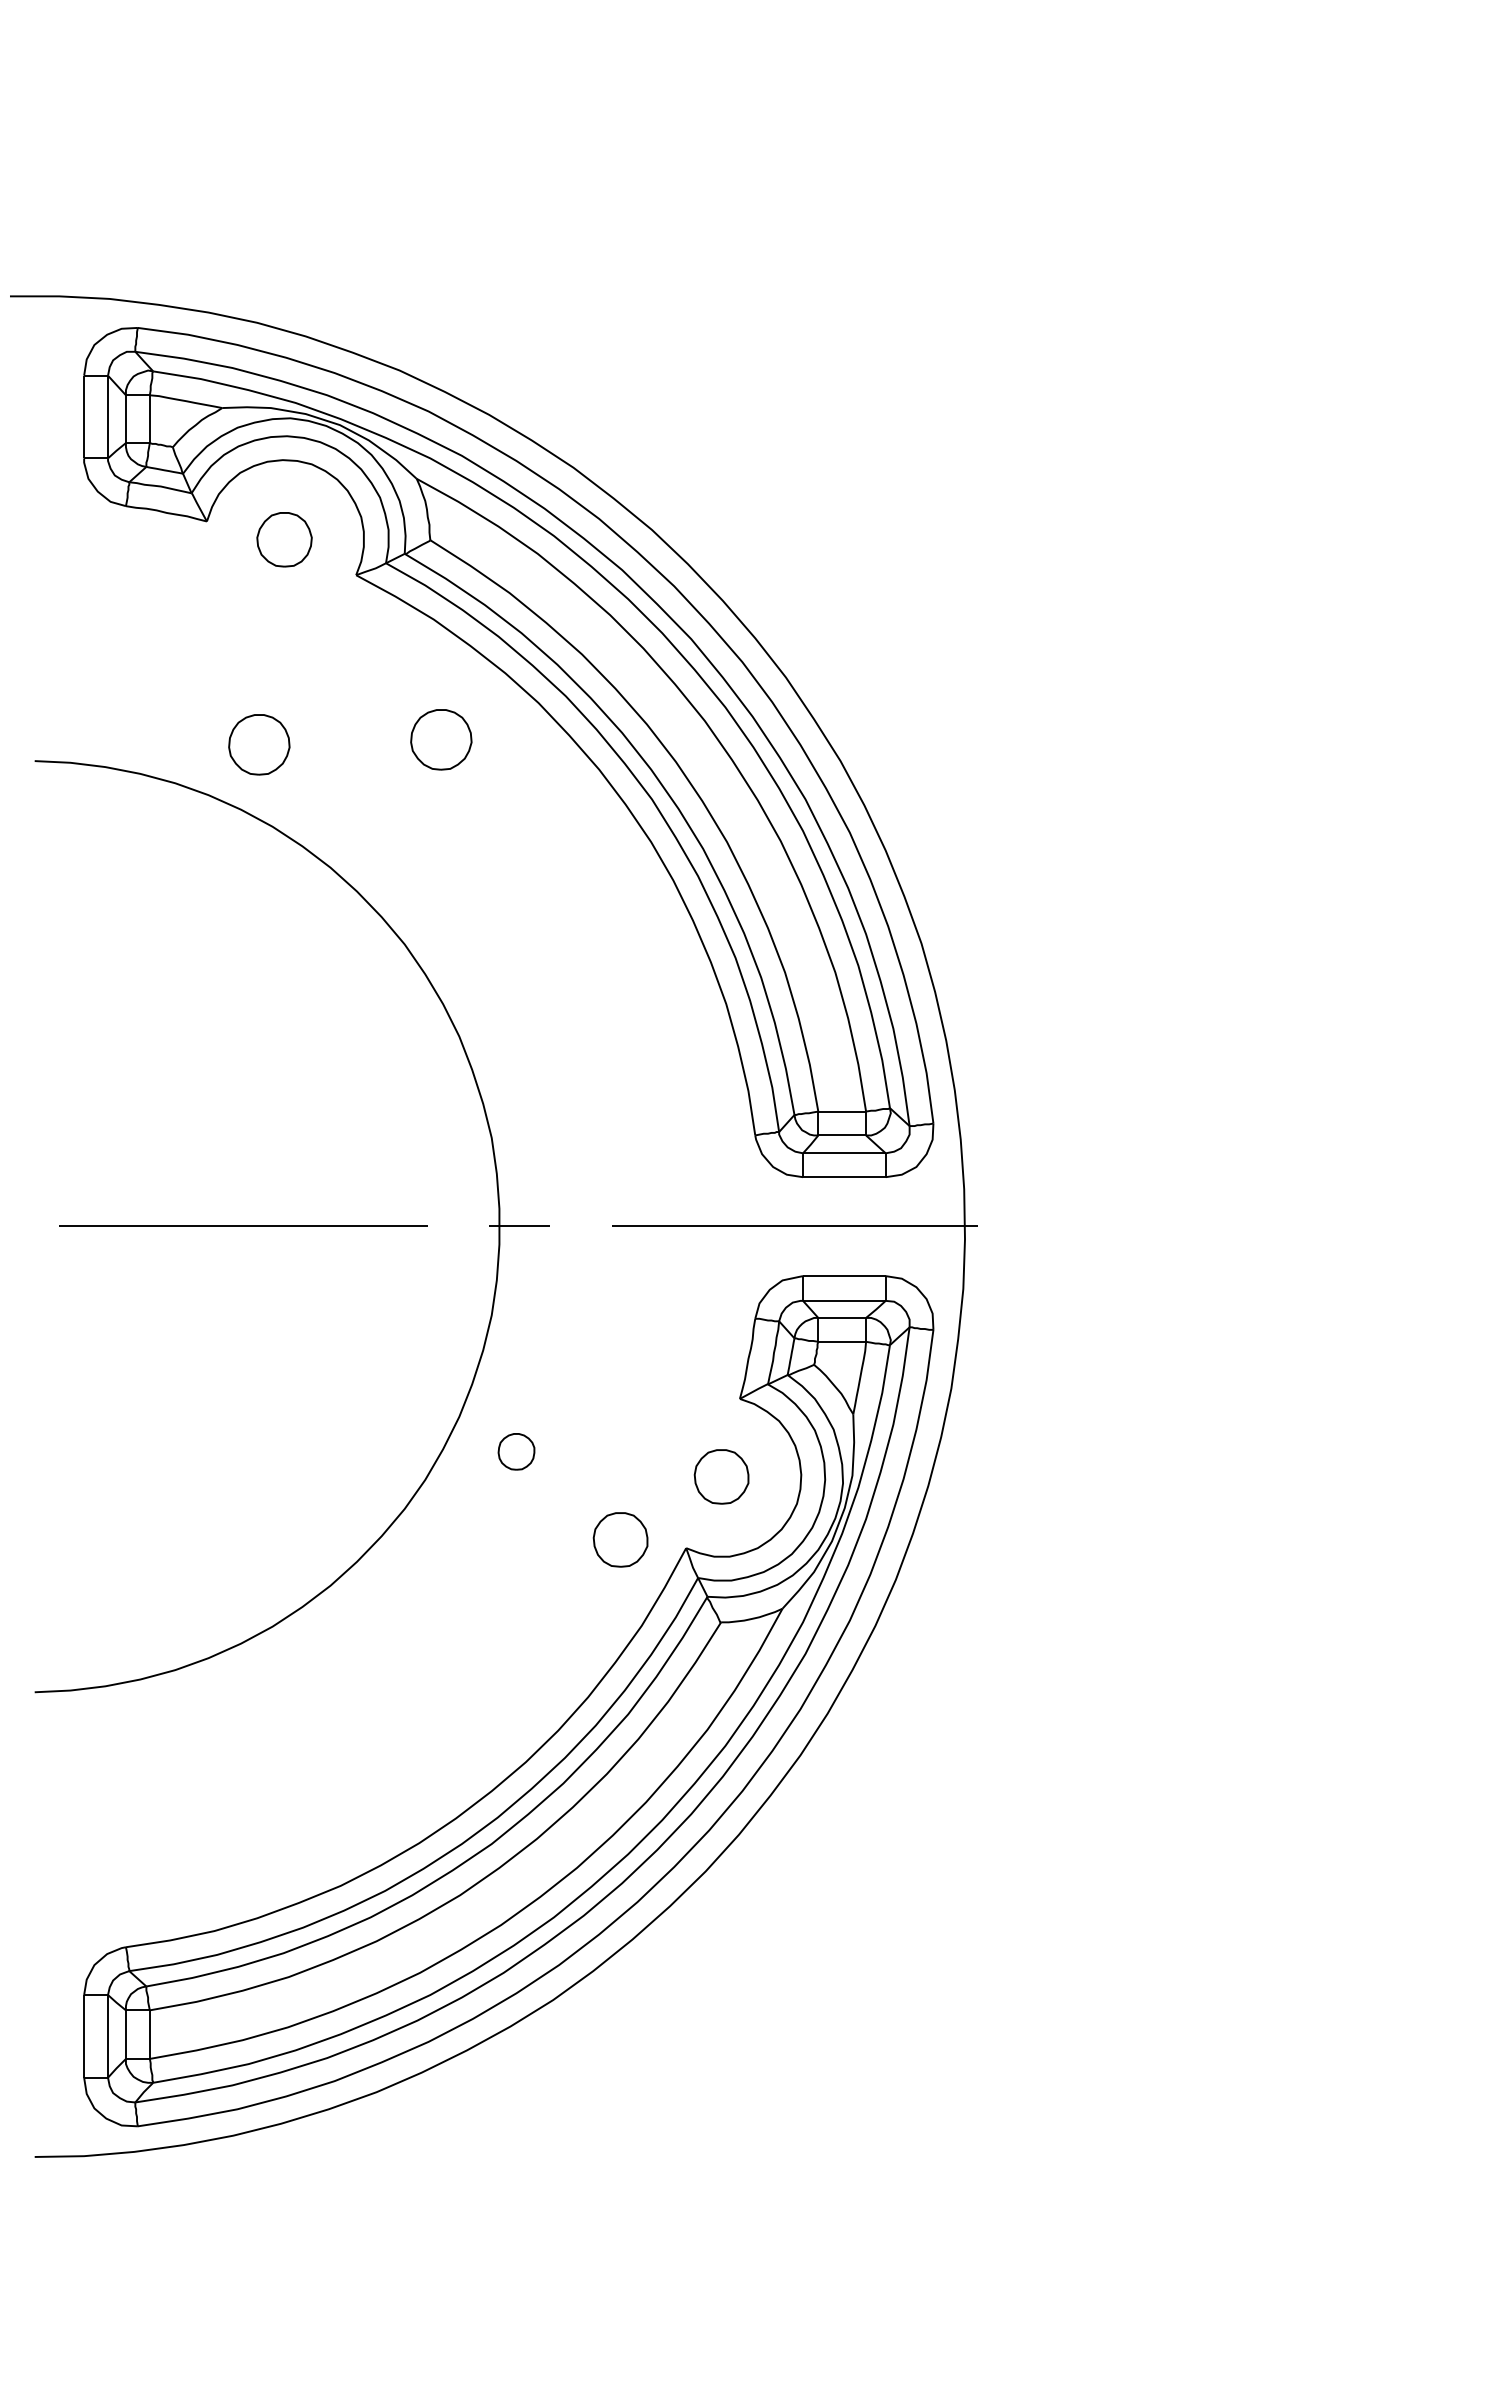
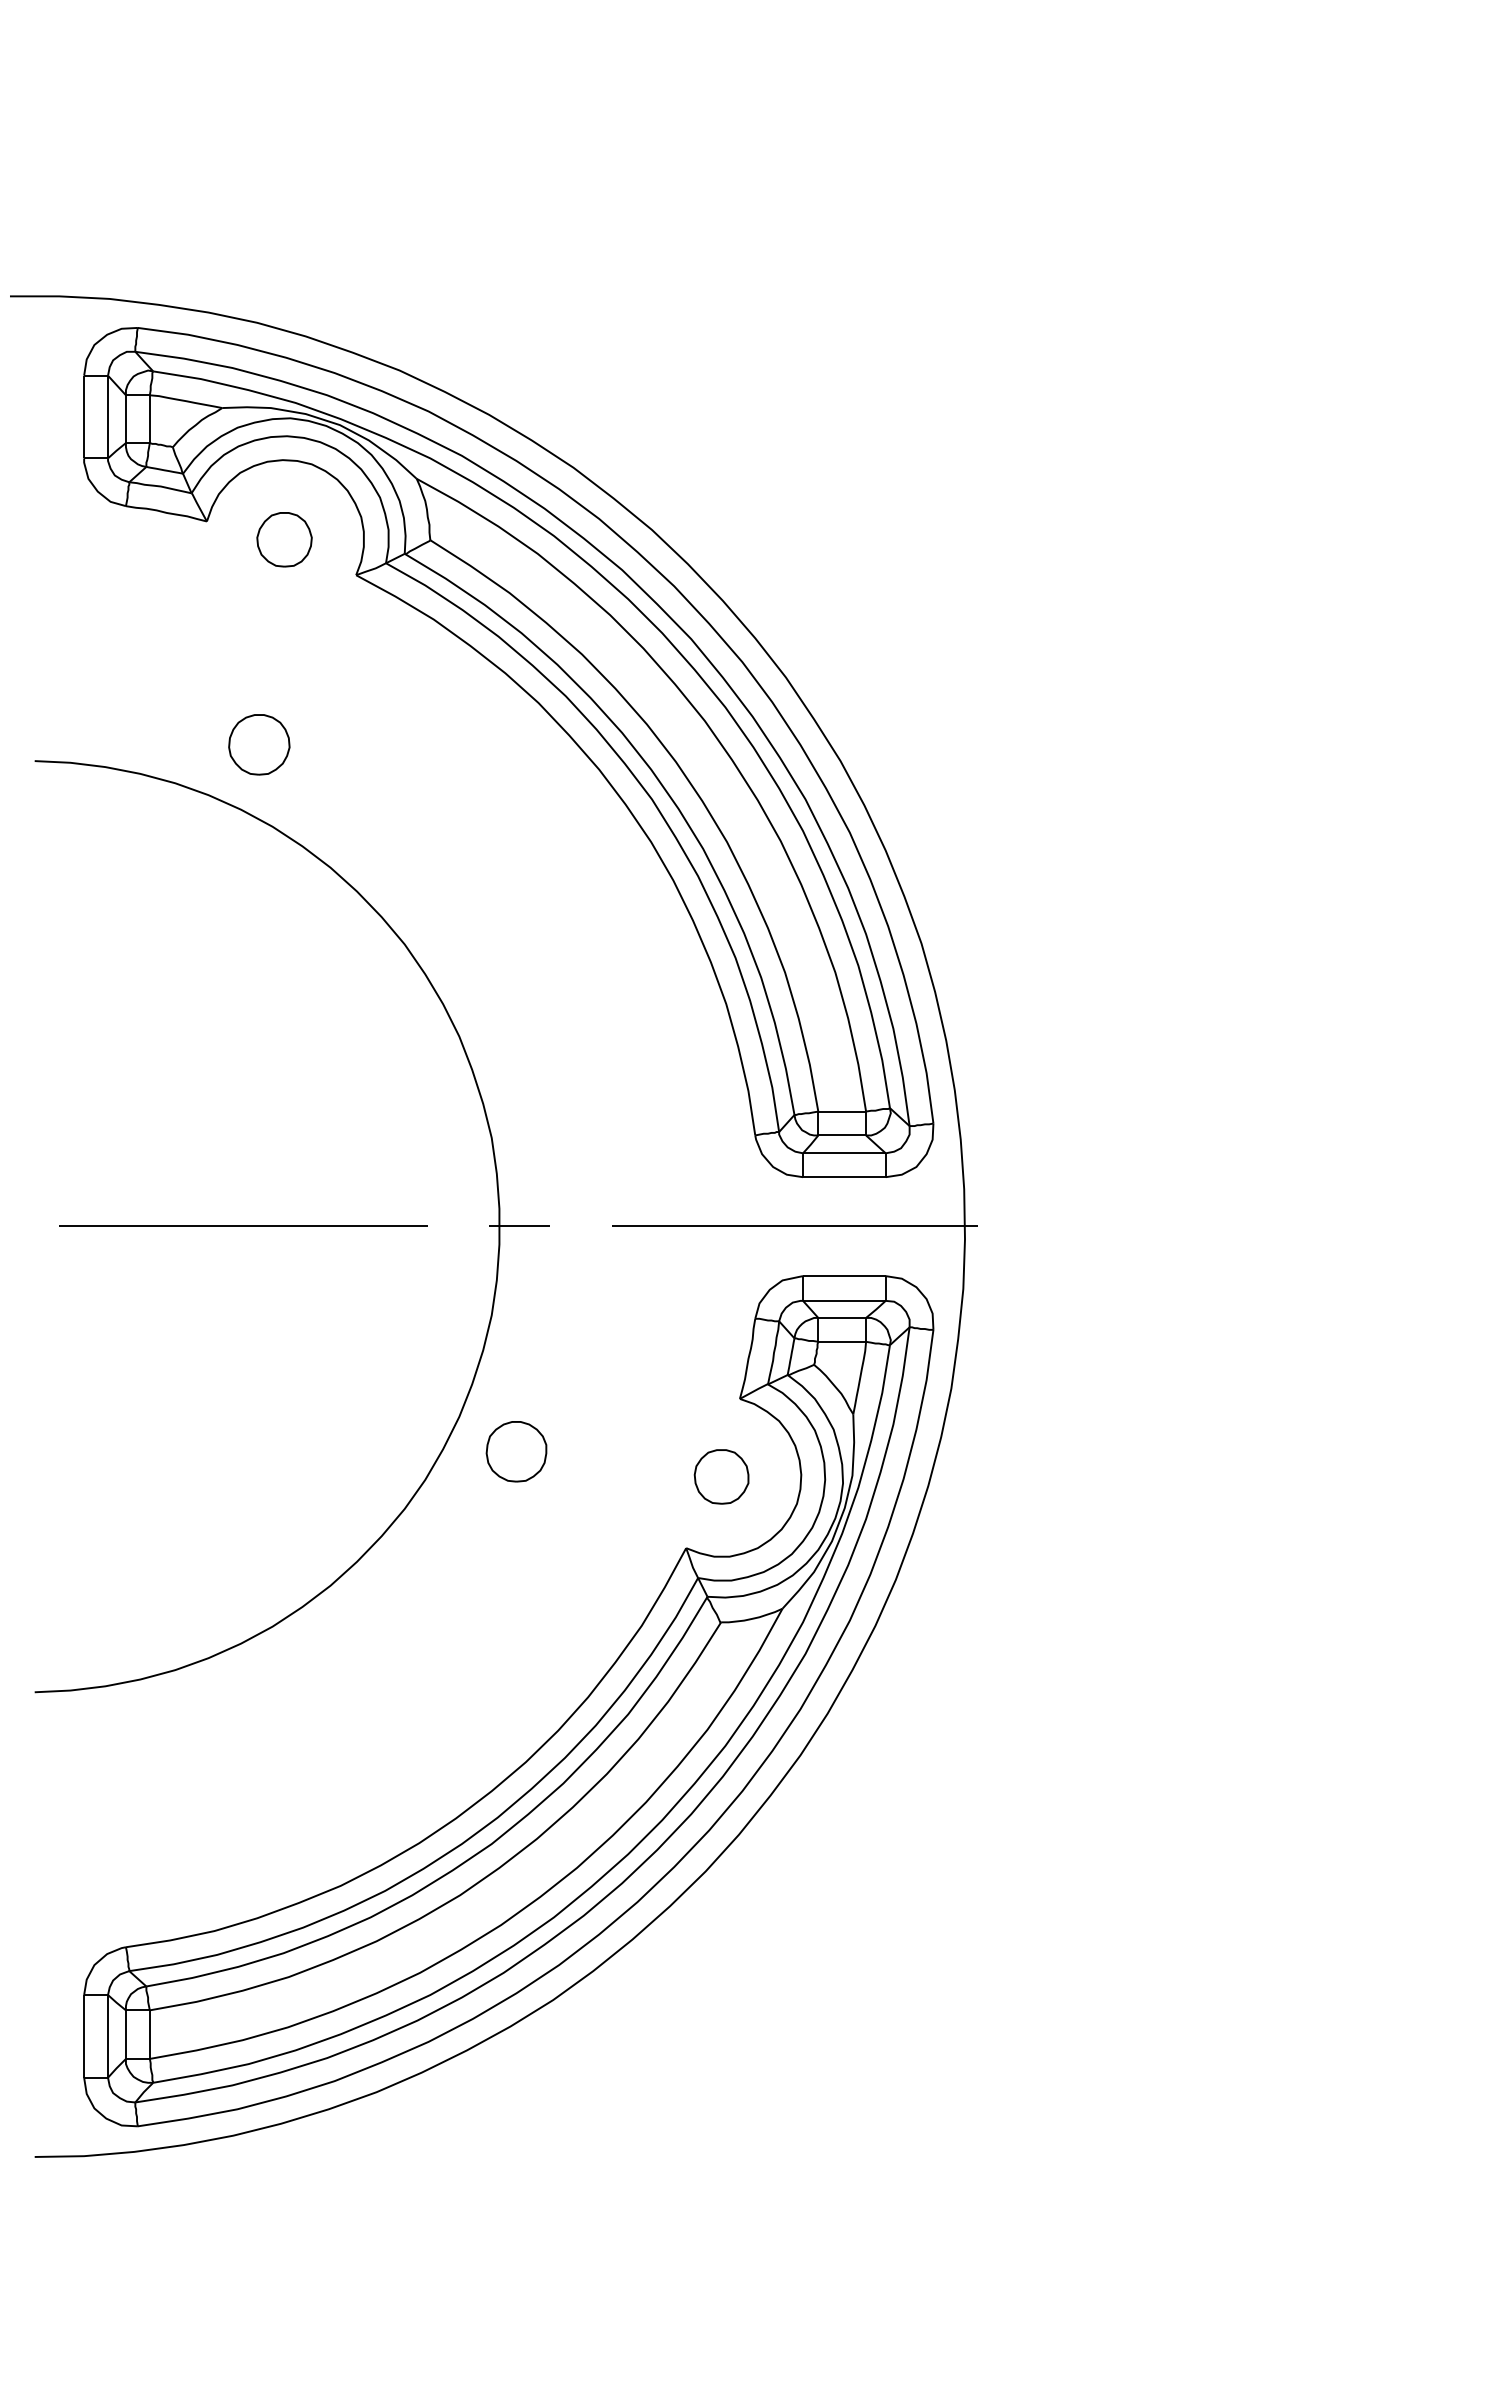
part at (441, 739): present -> none
part at (516, 1451) size: 39x38 px -> 63x62 px
part at (620, 1539): present -> none
